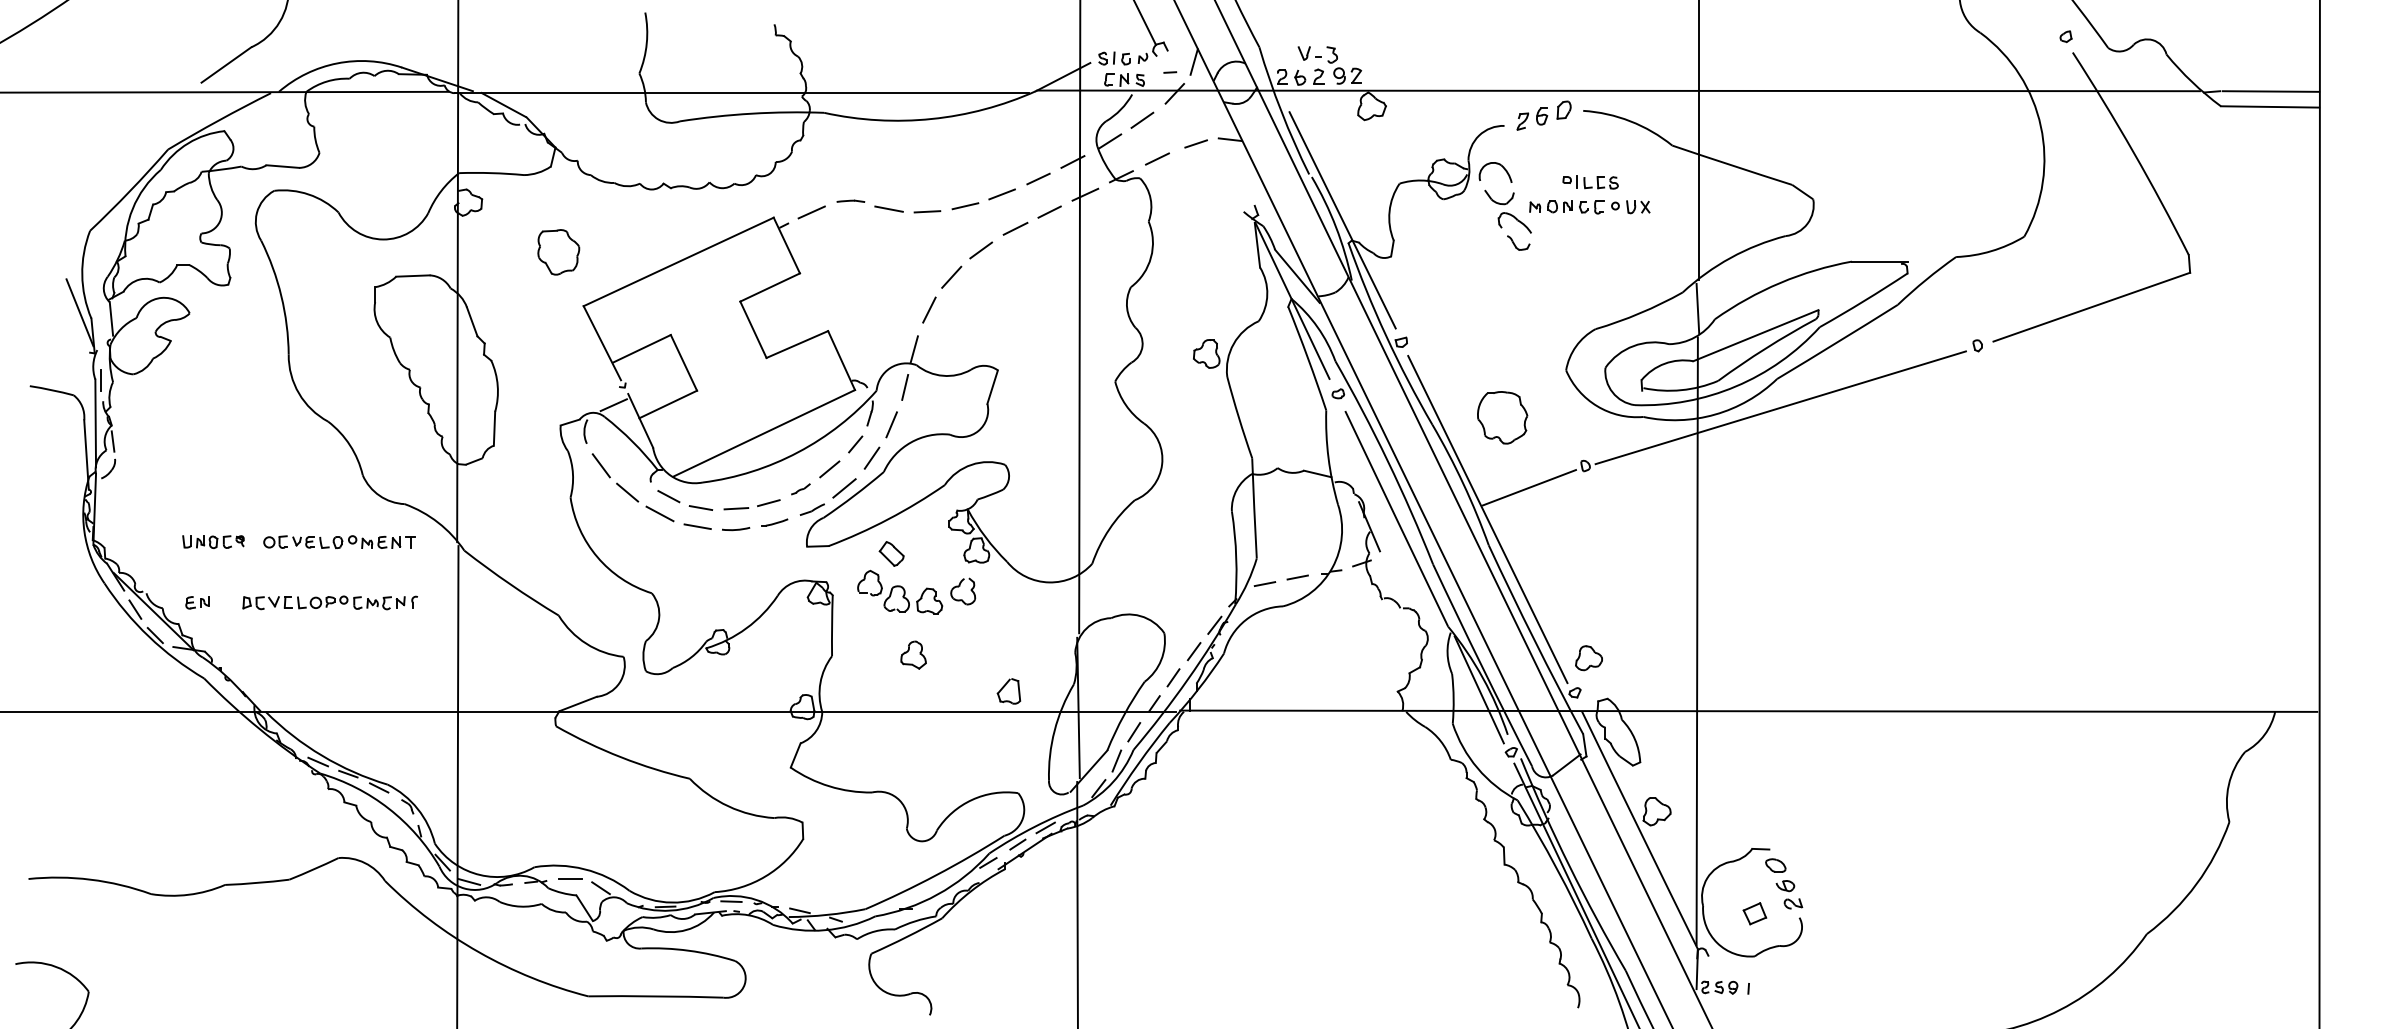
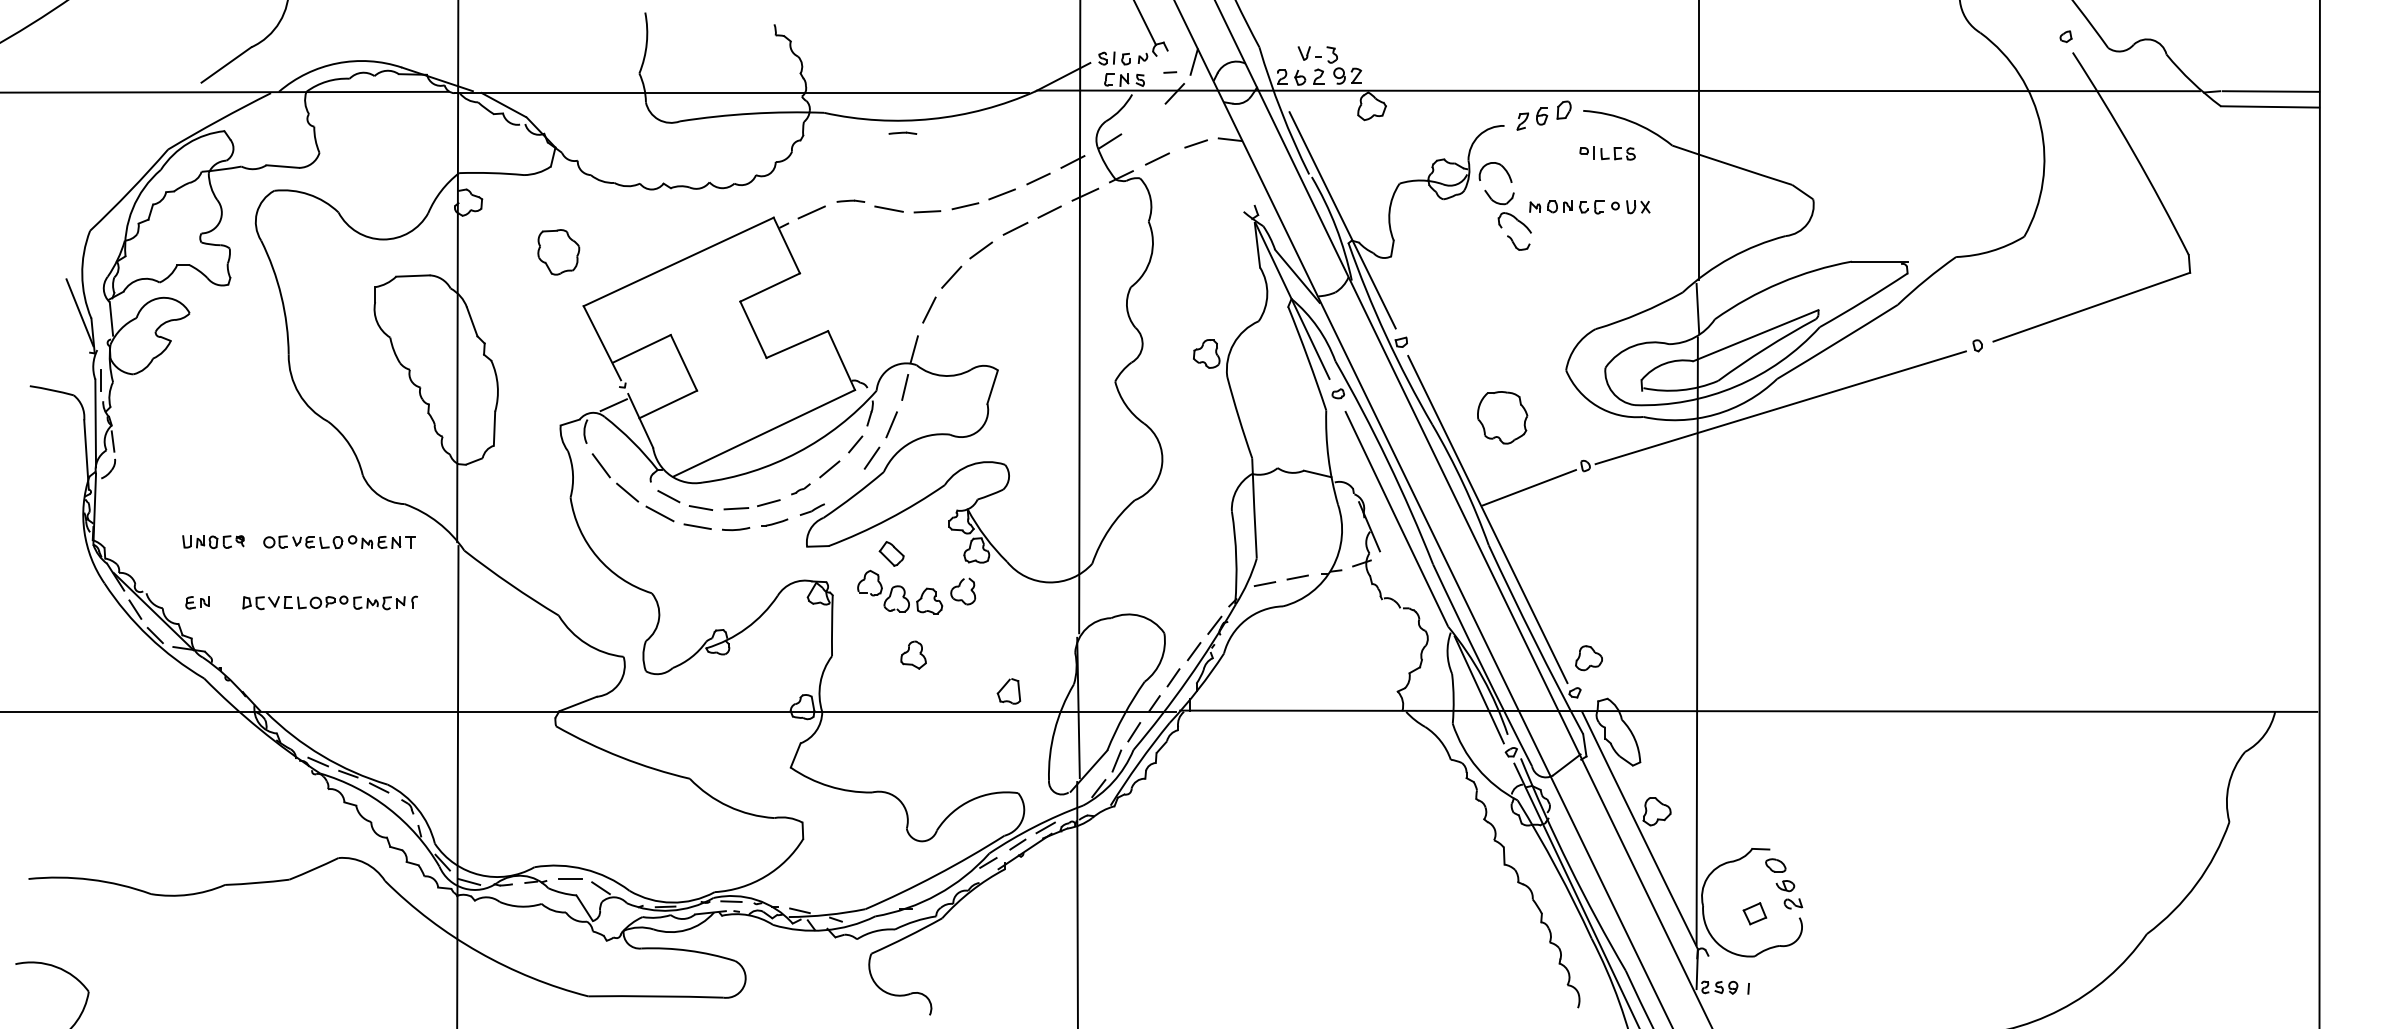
line at (1142, 119): present -> none
line at (902, 132): none -> present
part at (1590, 182) position: (1590, 182) -> (1607, 153)
line at (844, 488): present -> none
